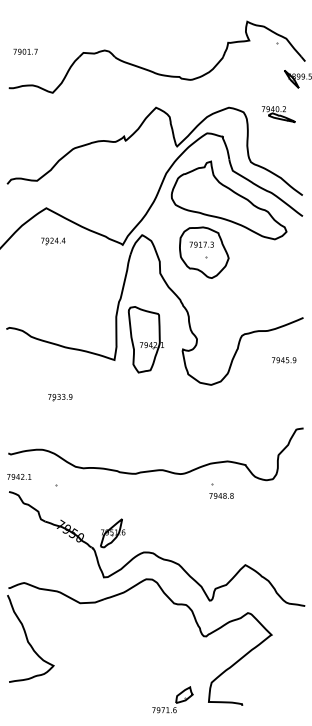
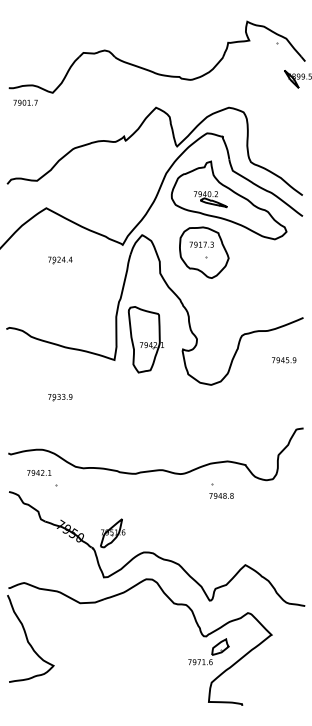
text at (25, 51) position: (25, 51) -> (25, 102)
part at (278, 114) position: (278, 114) -> (210, 199)
part at (53, 241) position: (53, 241) -> (60, 260)
text at (19, 476) position: (19, 476) -> (39, 472)
part at (172, 699) position: (172, 699) -> (208, 651)
